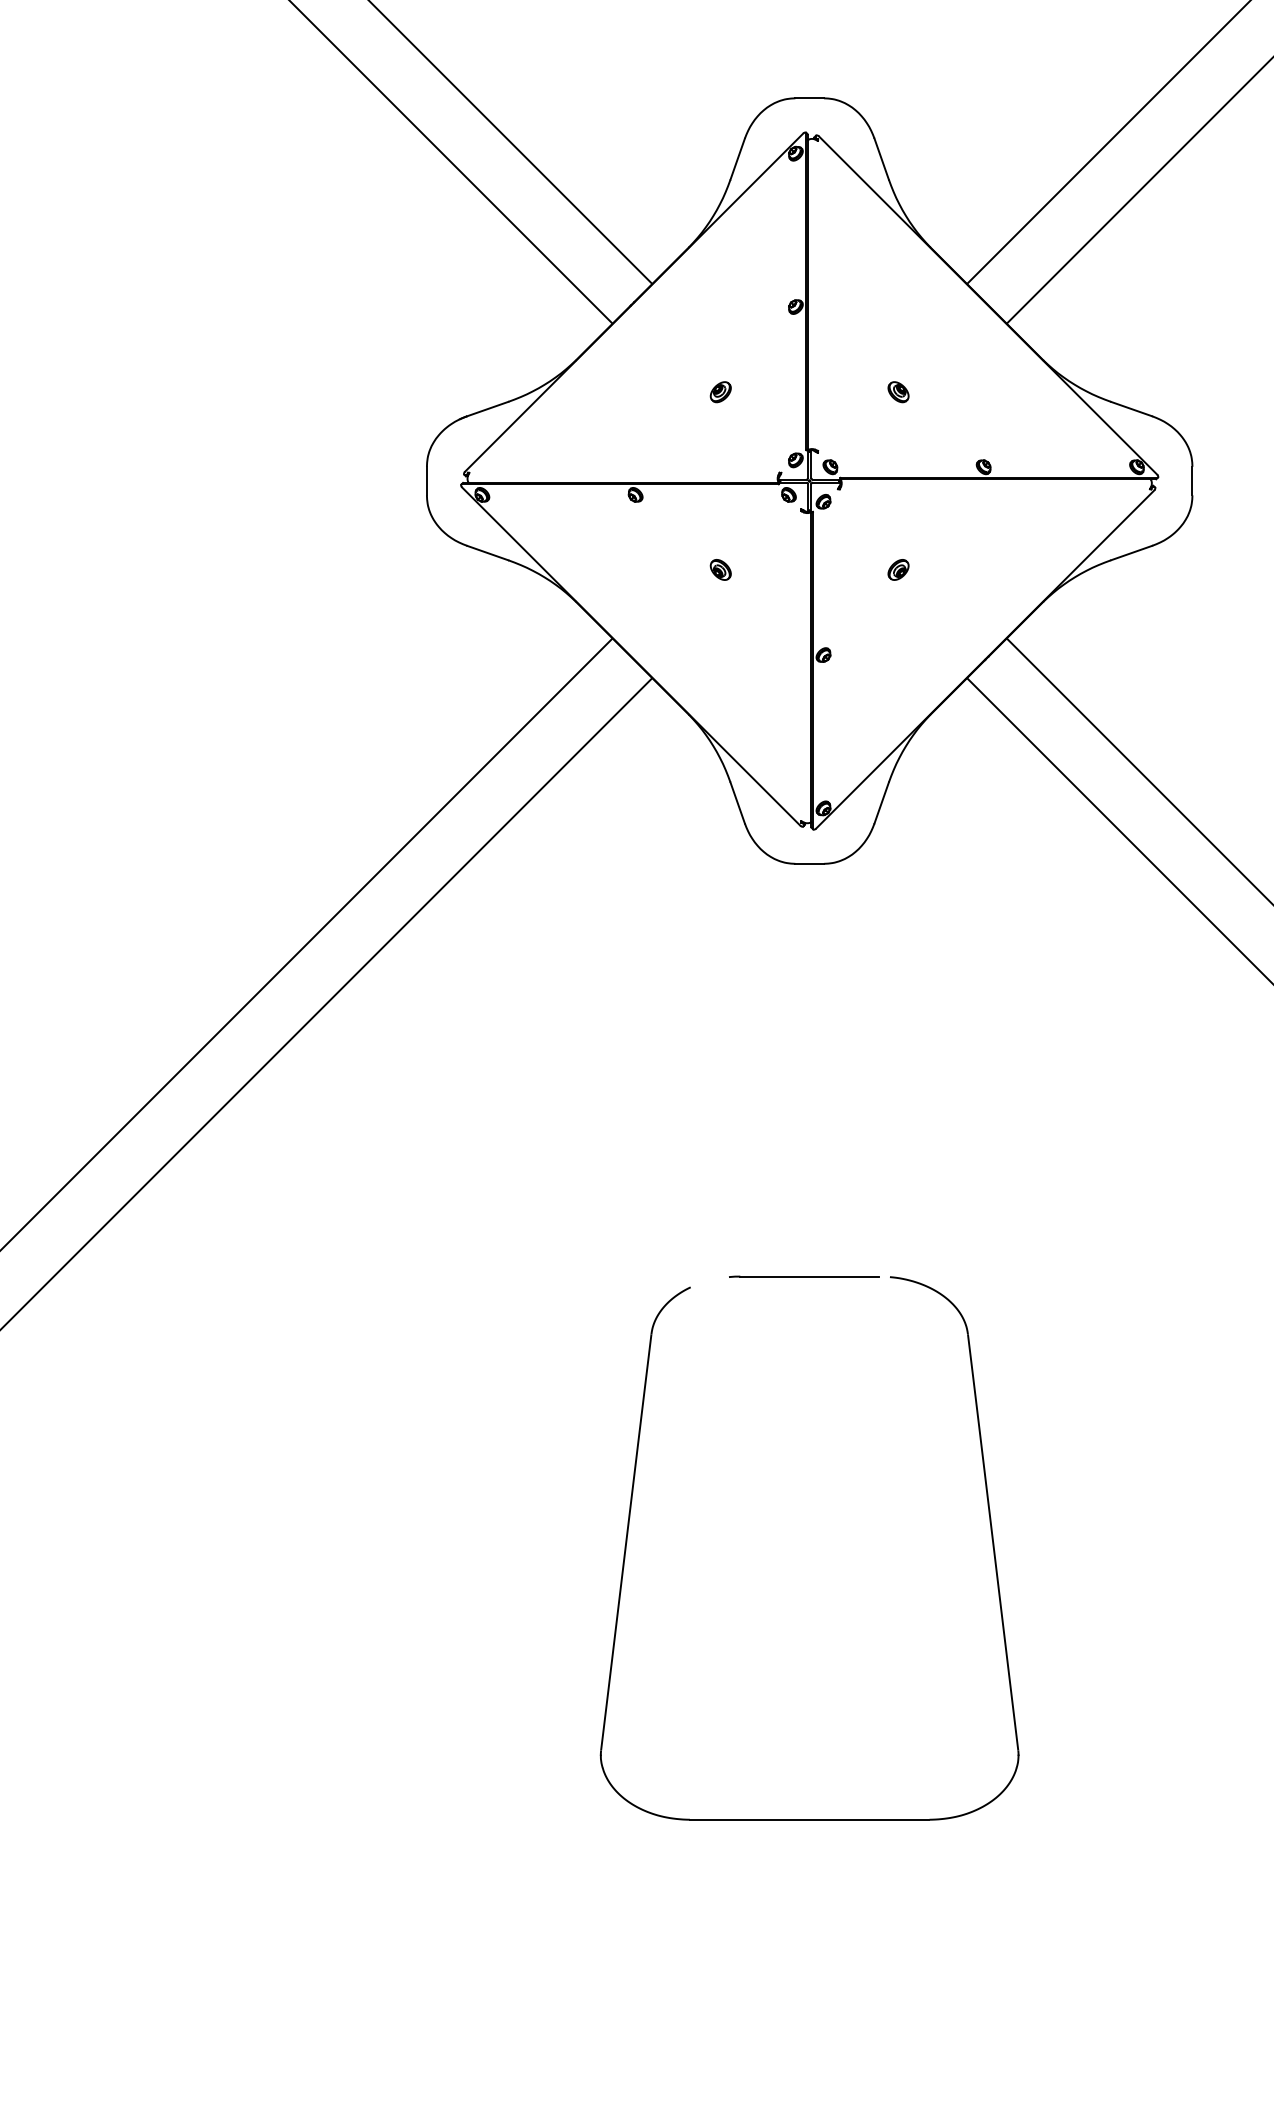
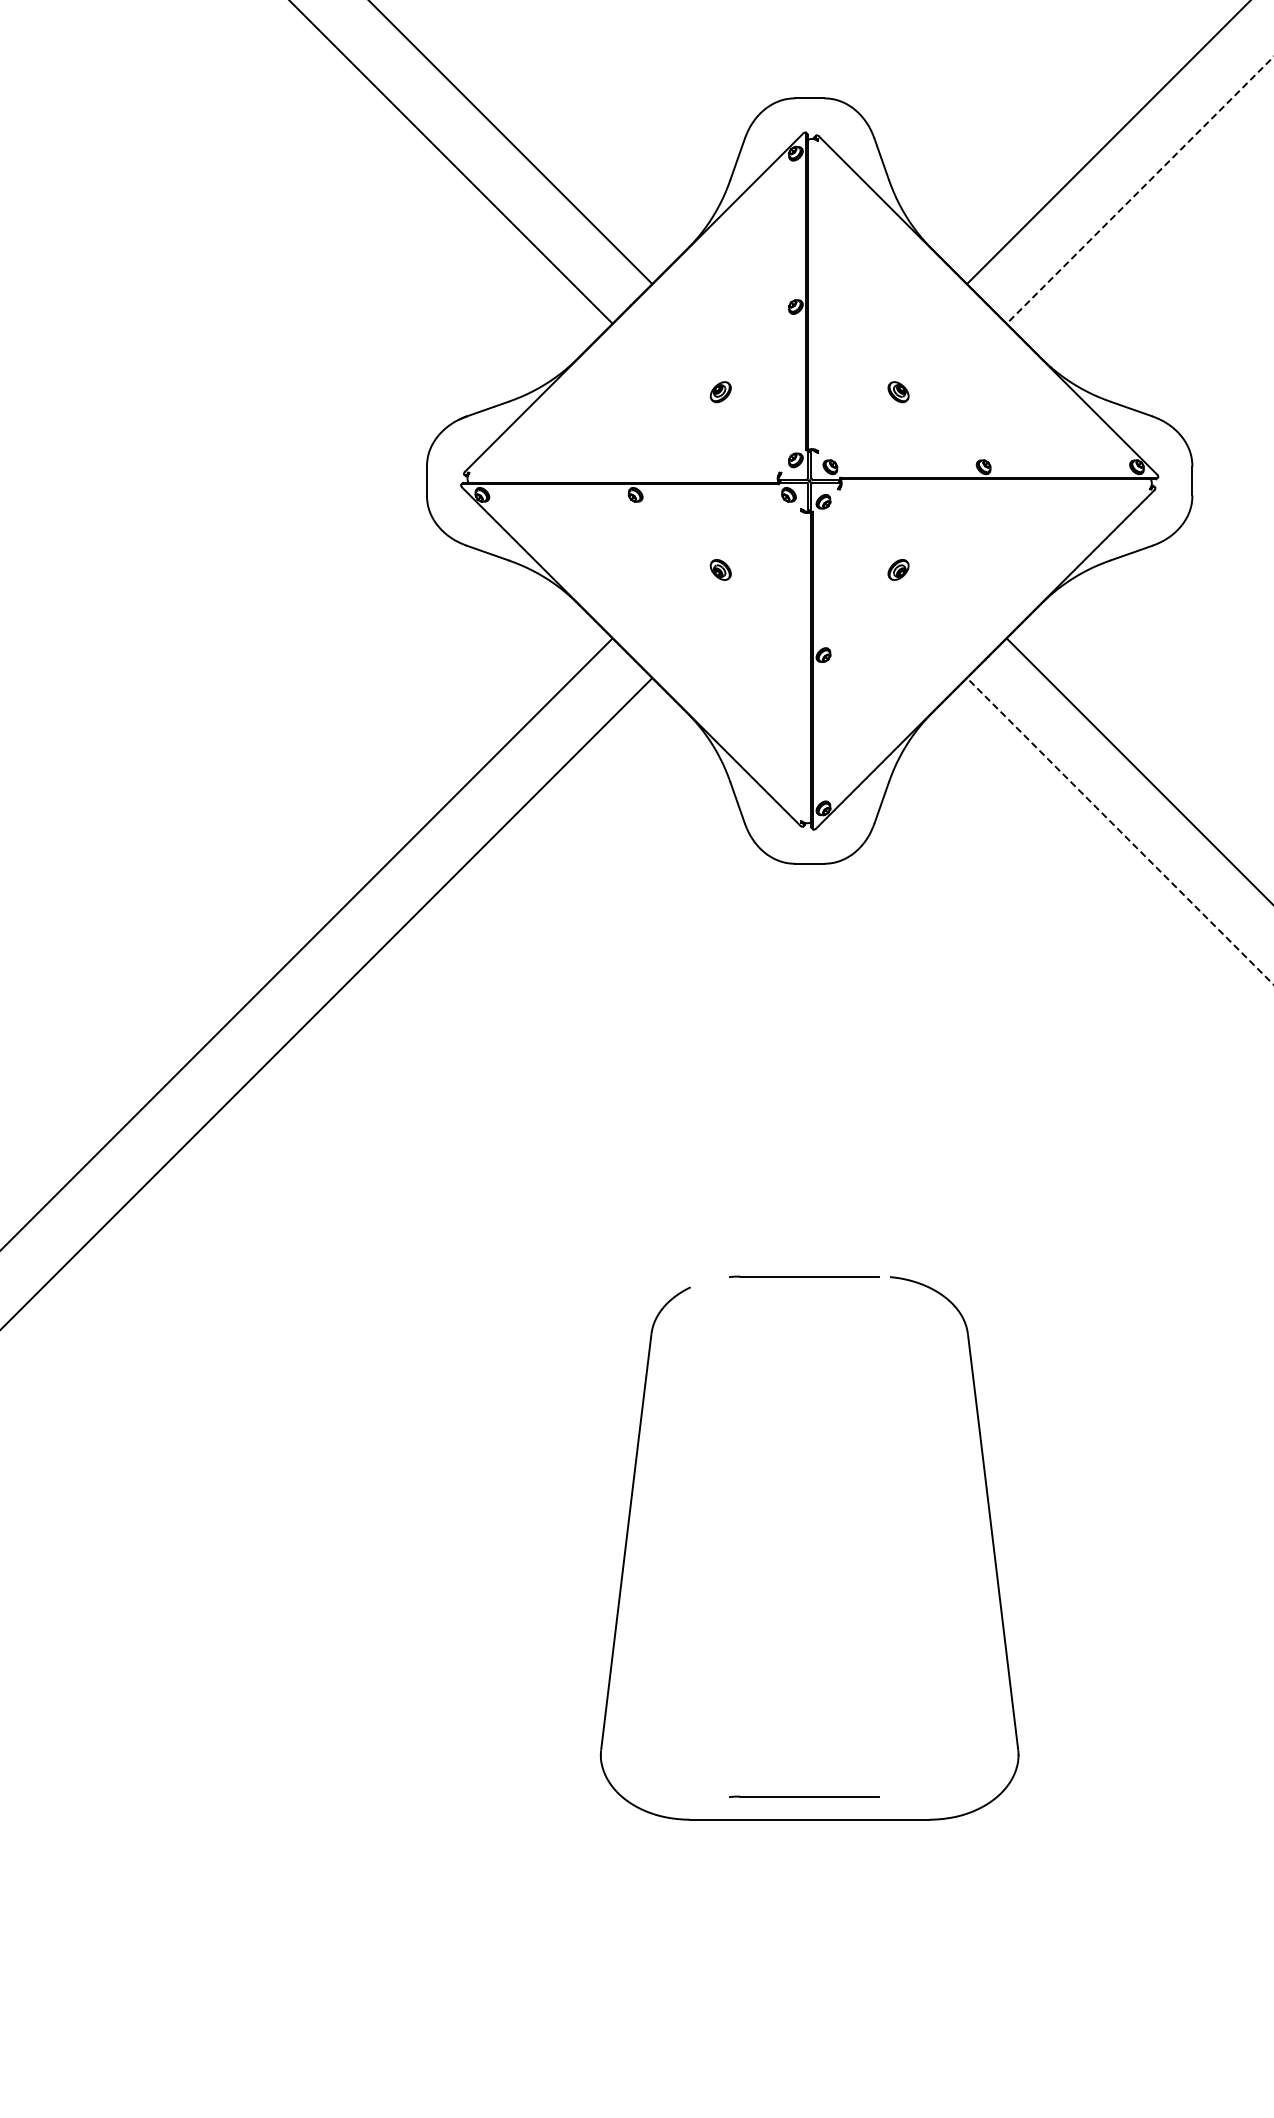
line at (1139, 190): solid -> dashed
line at (1120, 831): solid -> dashed
line at (804, 1796): none -> present
